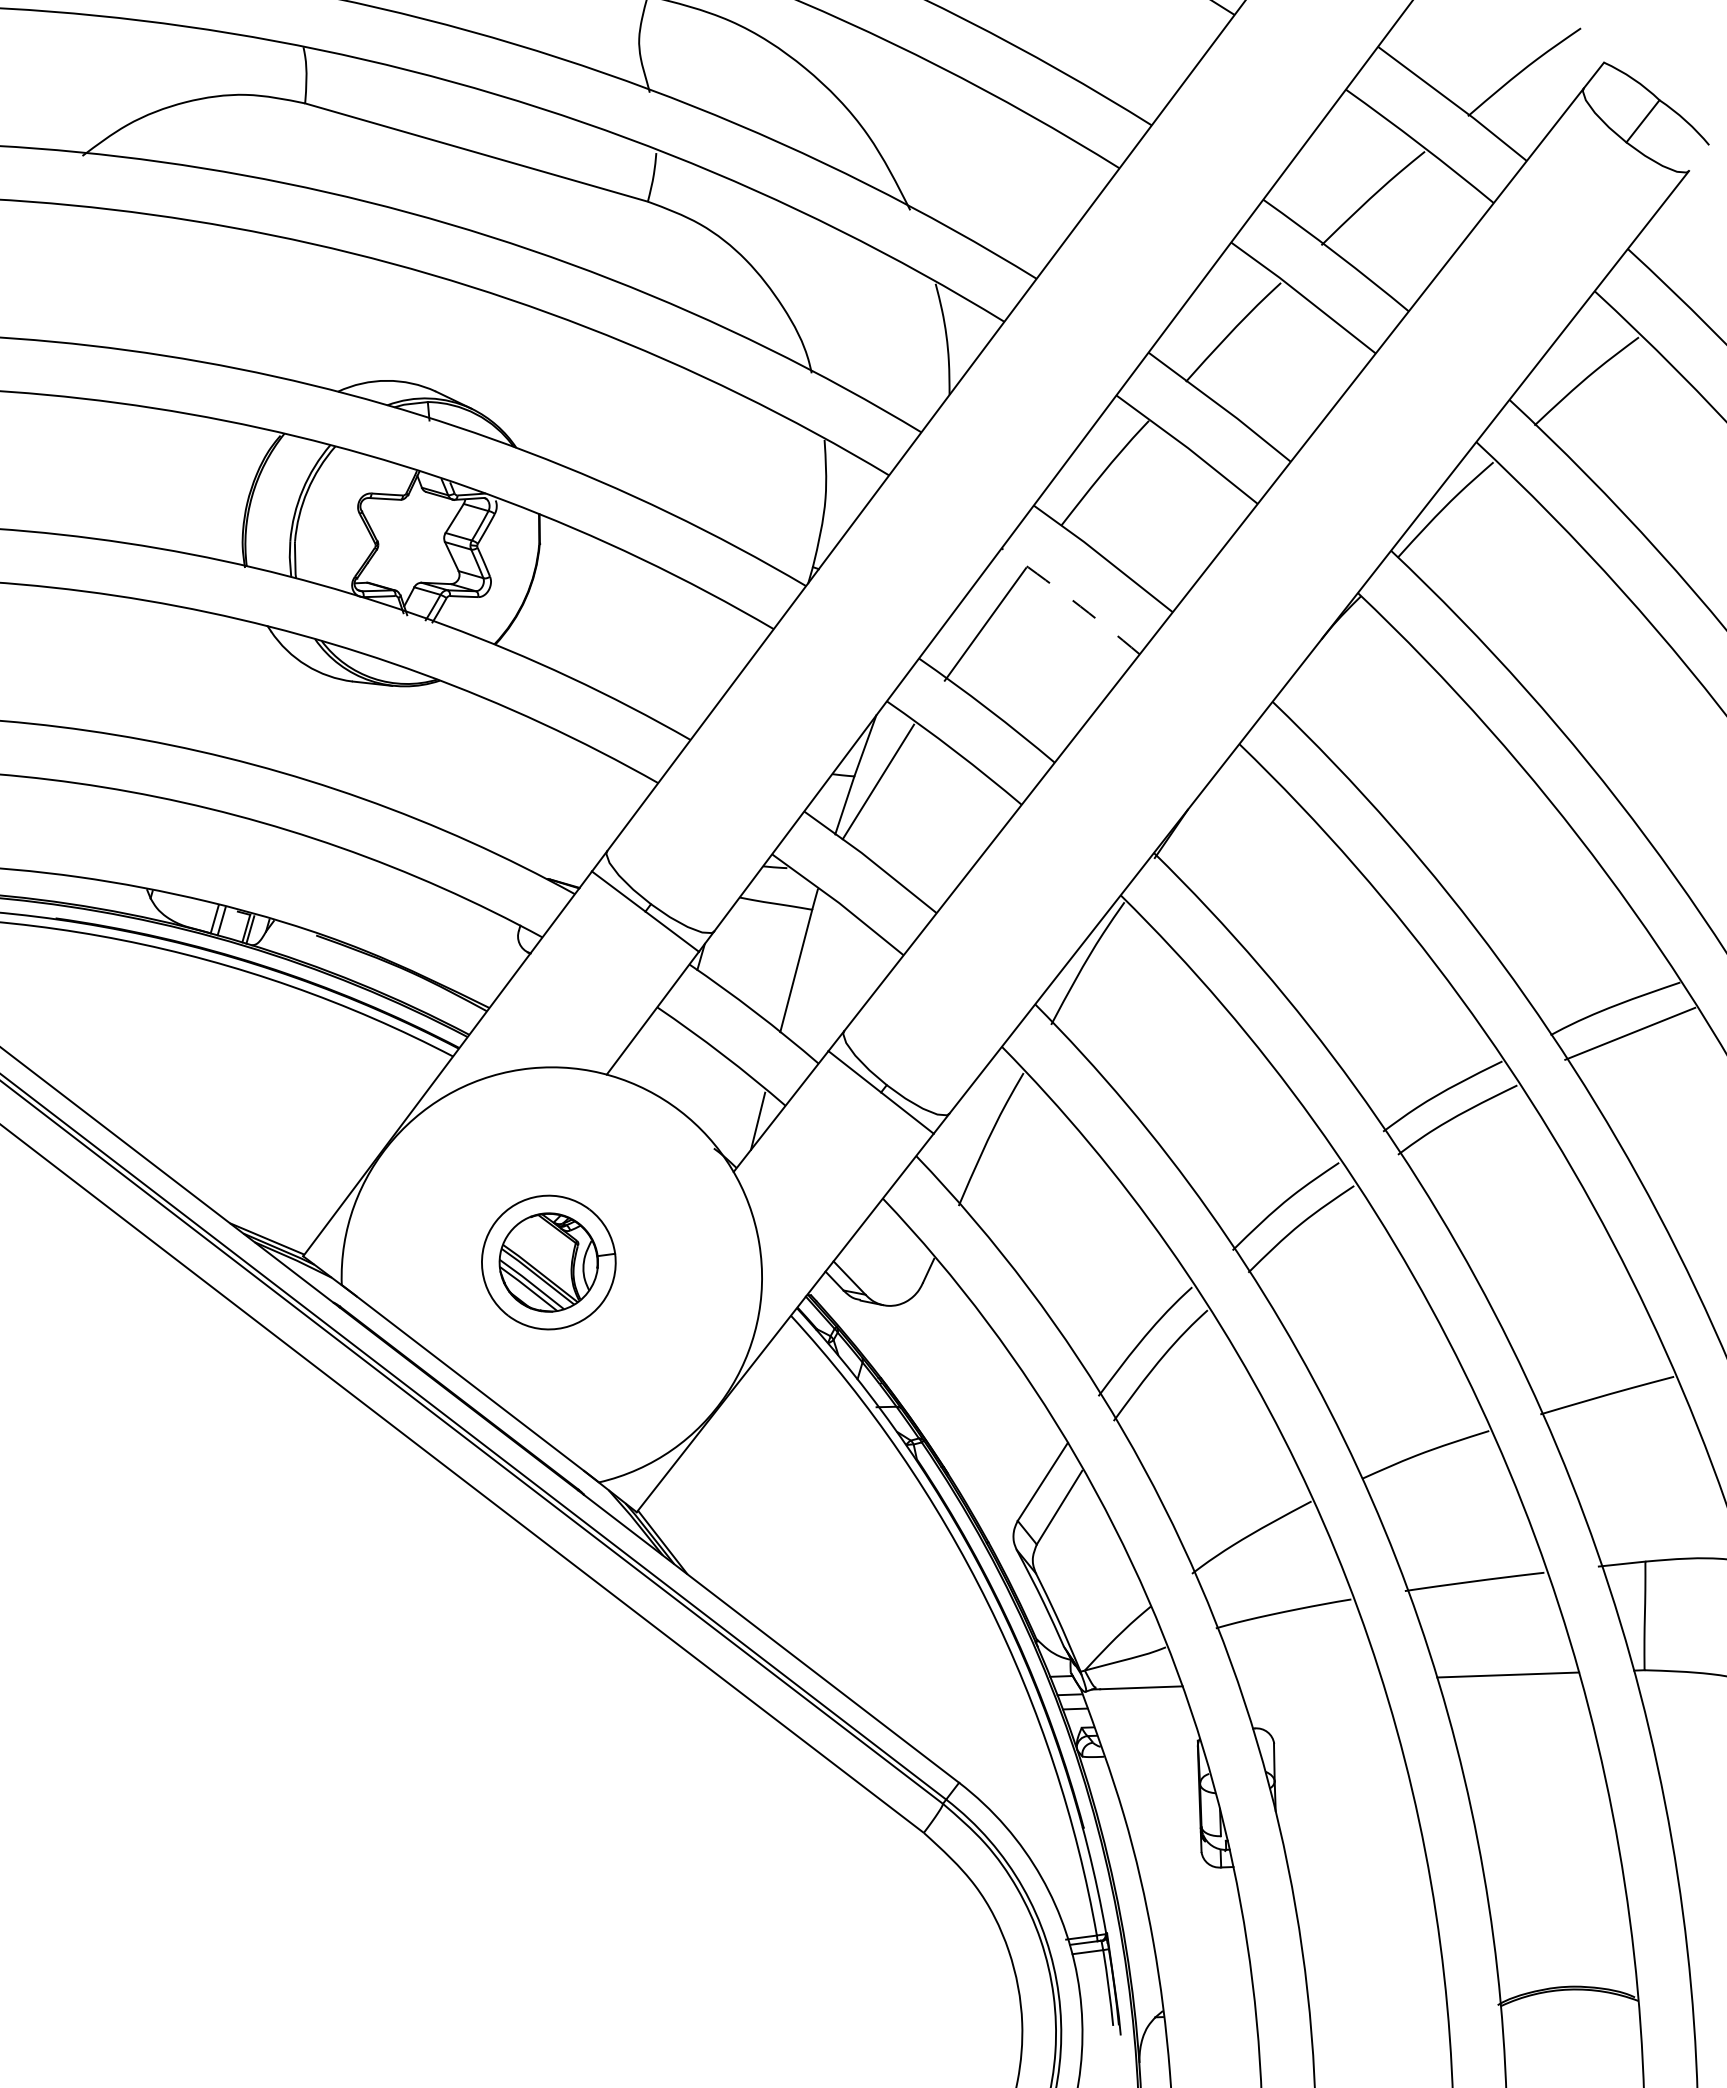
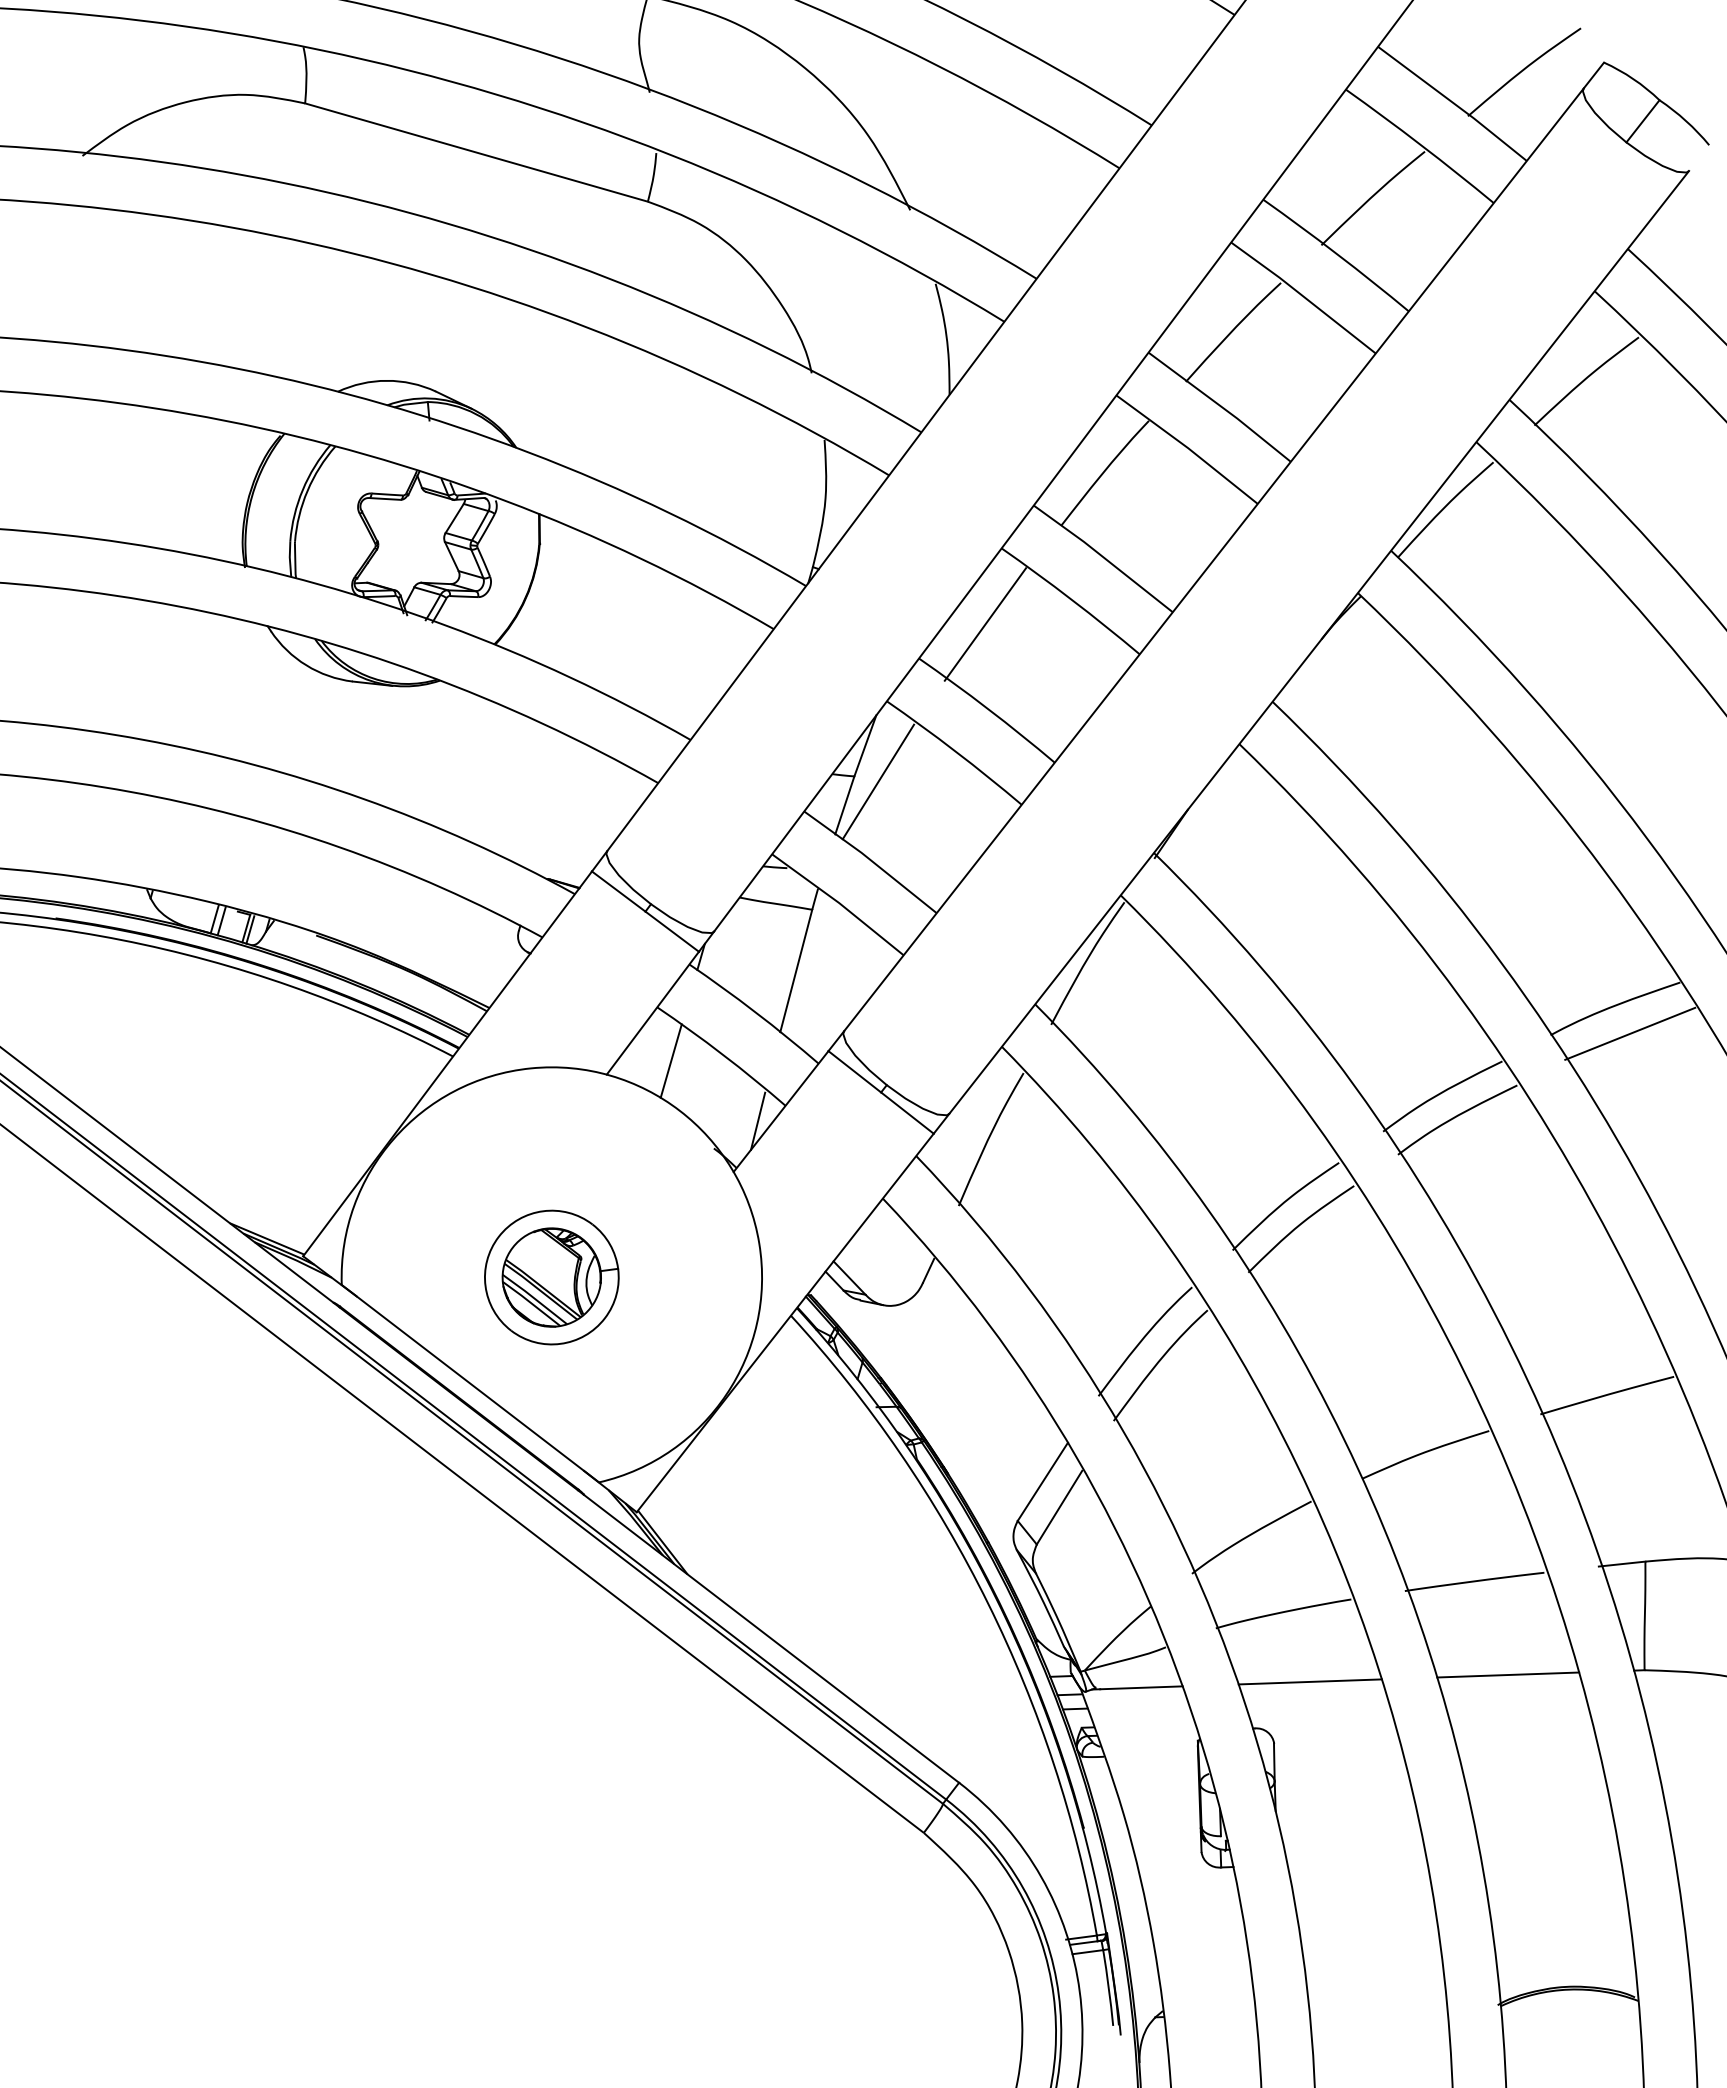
arc at (1071, 599): dashed -> solid
line at (670, 1060): none -> present
part at (548, 1262) position: (548, 1262) -> (551, 1277)
line at (1309, 1681): none -> present
